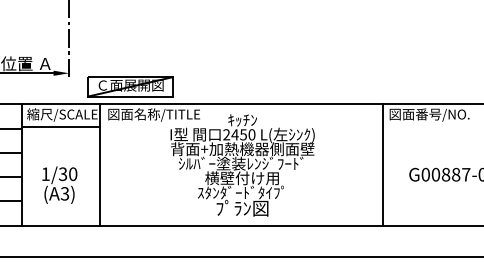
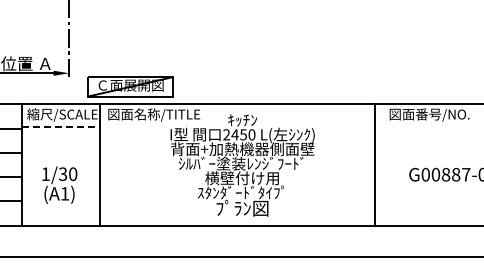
line at (61, 127): solid -> dashed
line at (382, 164) position: (382, 164) -> (374, 164)
text at (64, 193): (A3) -> (A1)
